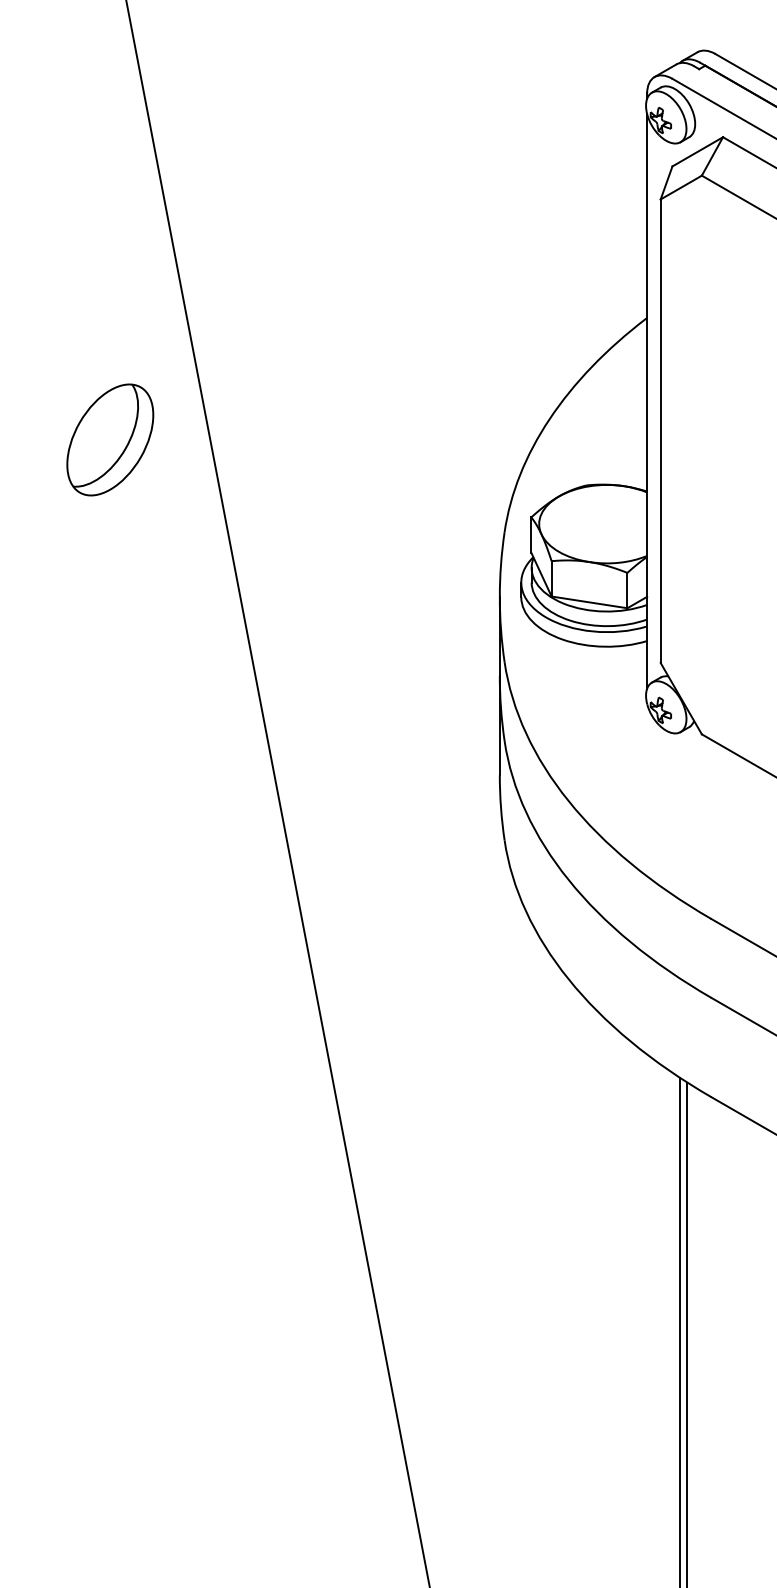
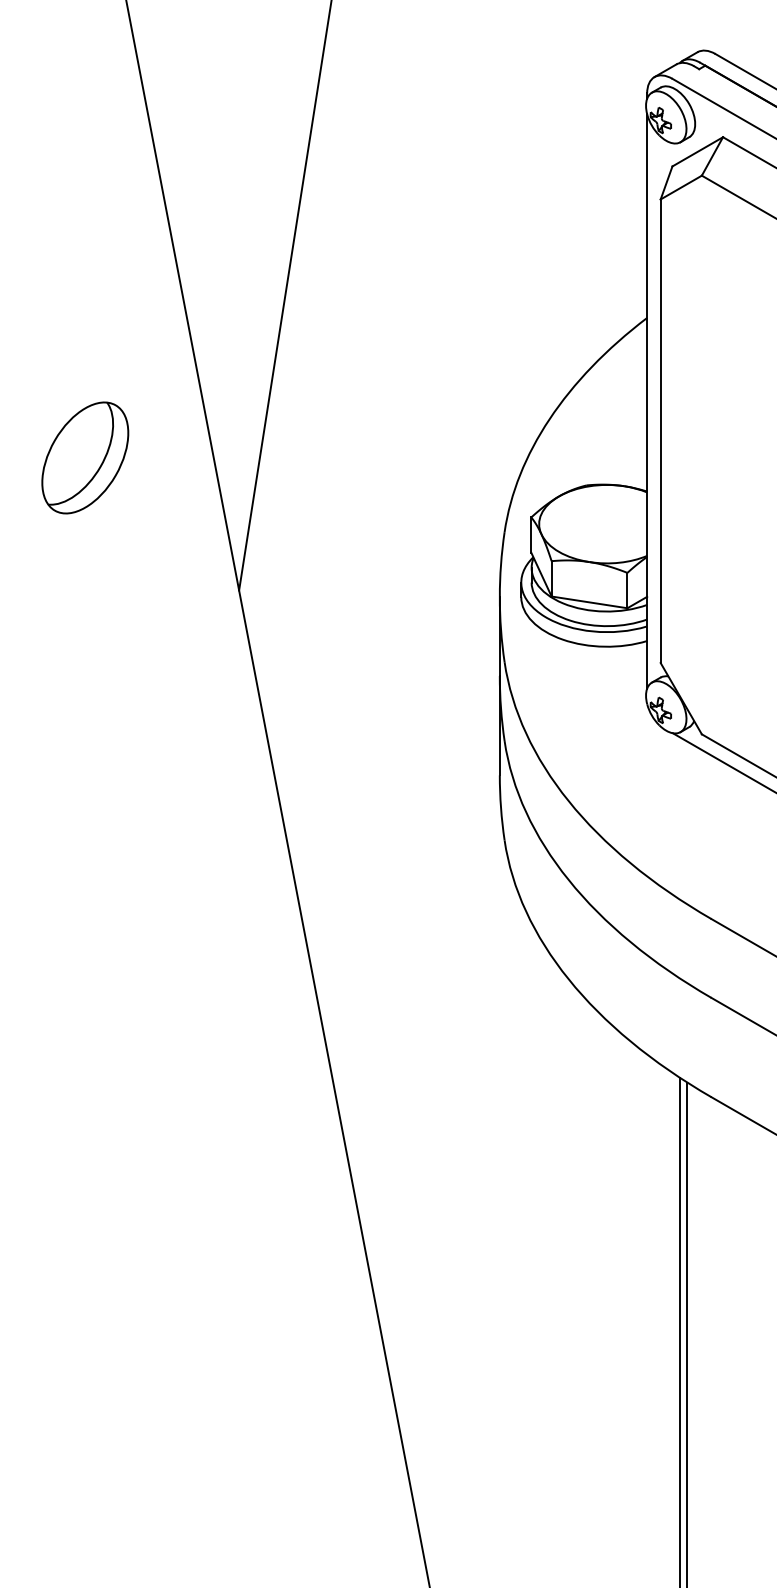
line at (285, 296): none -> present
part at (110, 439) position: (110, 439) -> (85, 457)
line at (722, 762): none -> present
